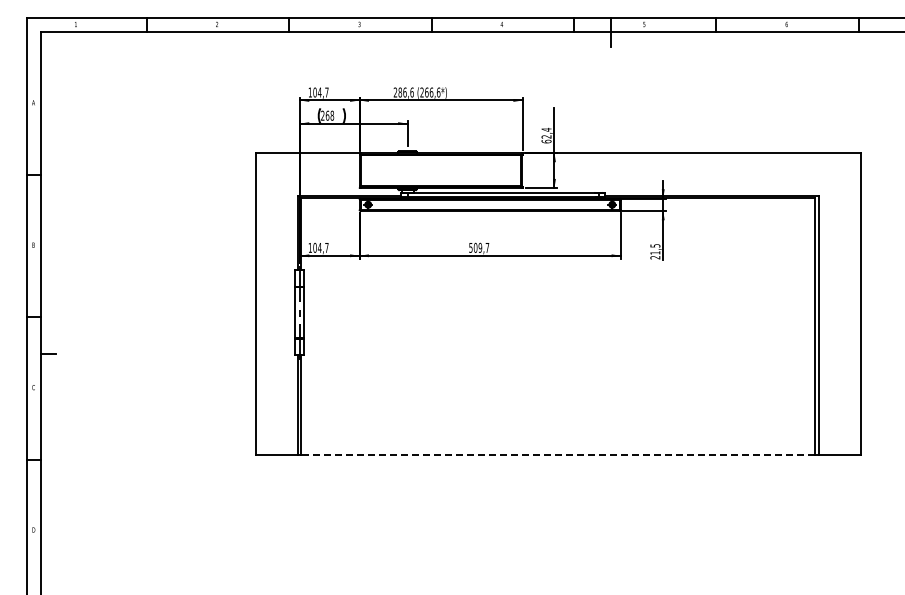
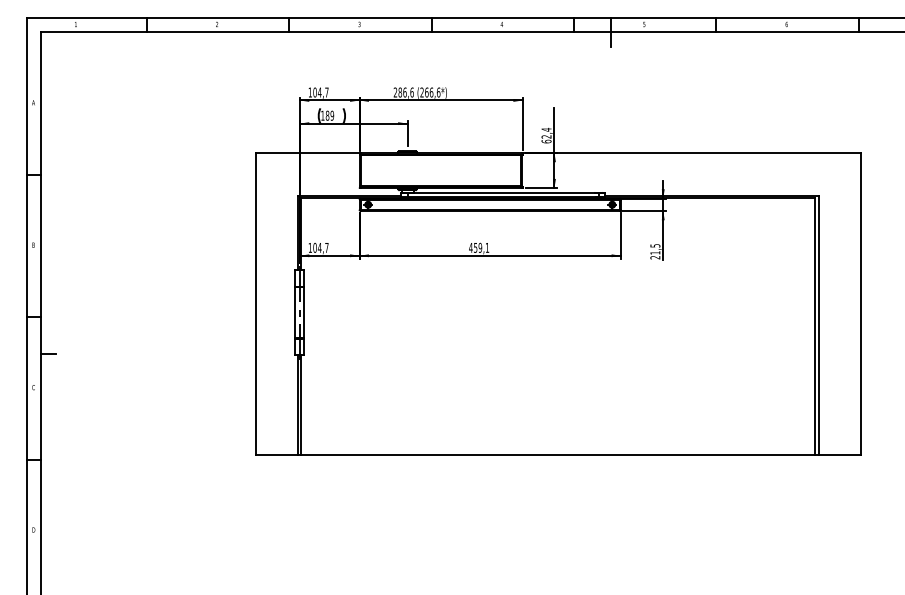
text at (327, 115): 268 -> 189
text at (479, 247): 509,7 -> 459,1
line at (558, 455): dashed -> solid
